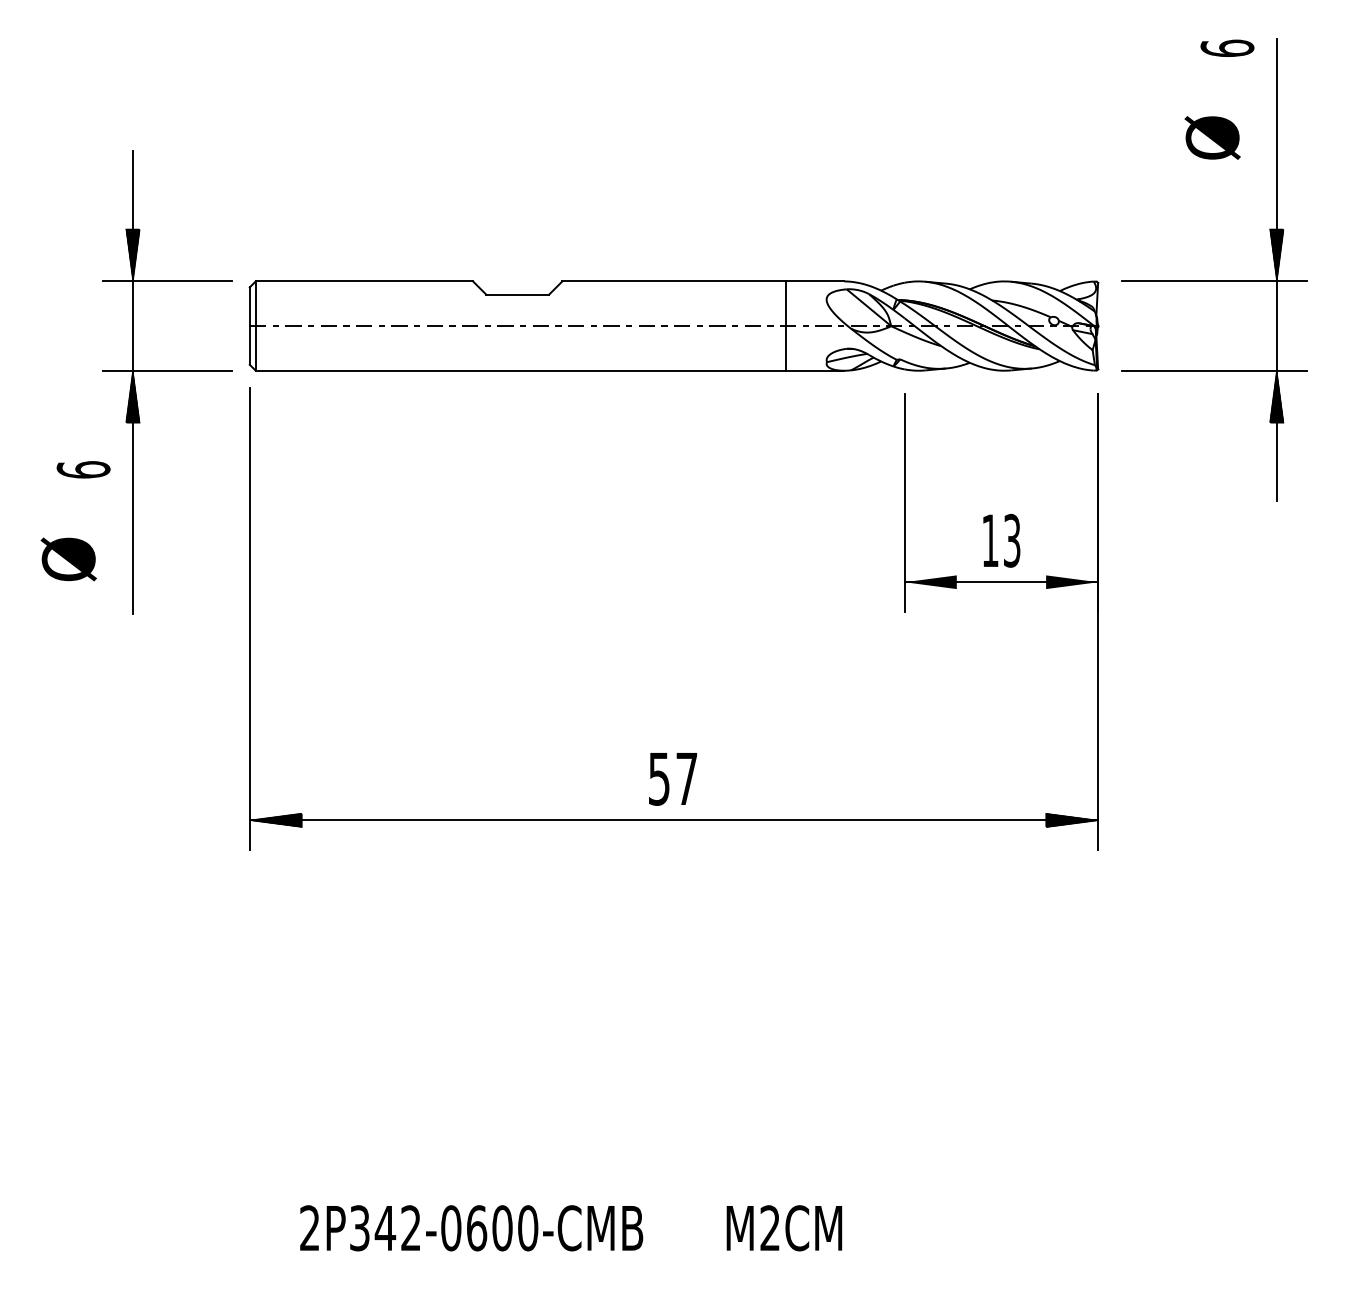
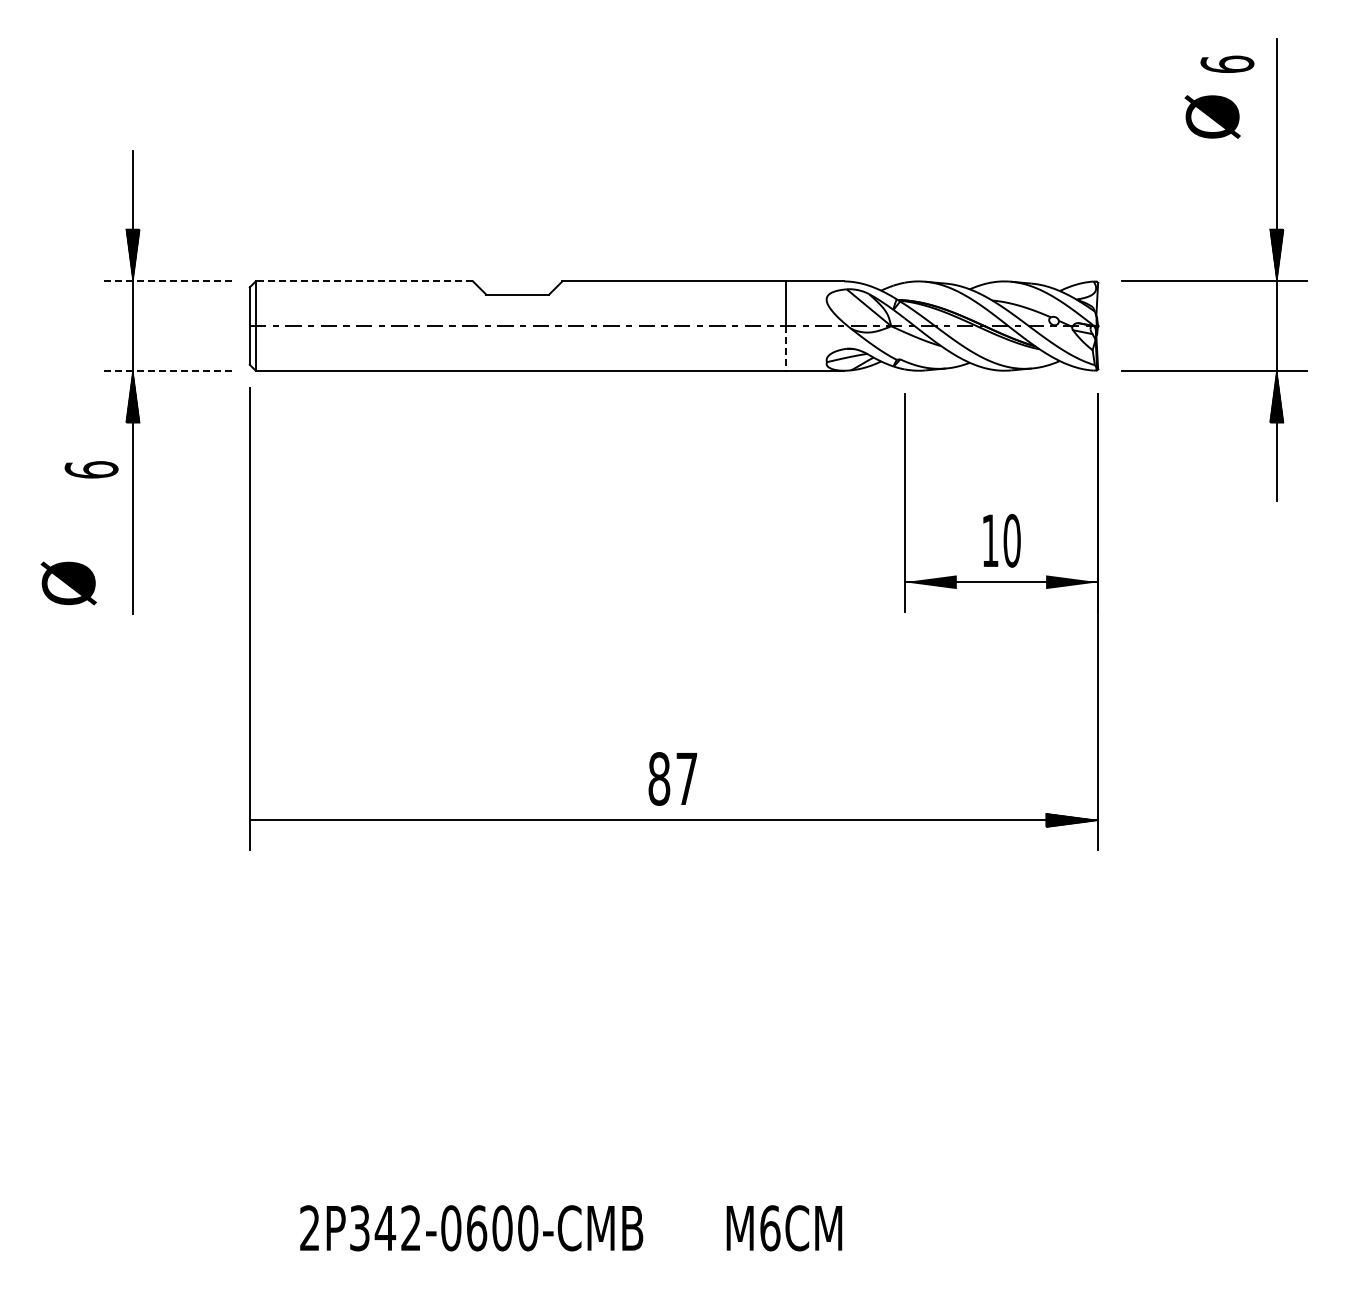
text at (1227, 47) position: (1227, 47) -> (1227, 63)
text at (1212, 137) position: (1212, 137) -> (1212, 116)
line at (167, 281): solid -> dashed
line at (364, 281): solid -> dashed
line at (785, 348): solid -> dashed
line at (167, 370): solid -> dashed
text at (83, 469) position: (83, 469) -> (91, 469)
text at (1011, 540): 13 -> 10
text at (68, 559) position: (68, 559) -> (68, 583)
text at (659, 778): 57 -> 87
hatch at (275, 820): present -> none
text at (770, 1228): M2CM -> M6CM
